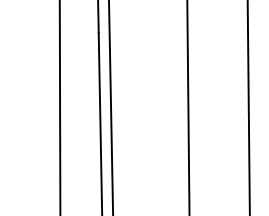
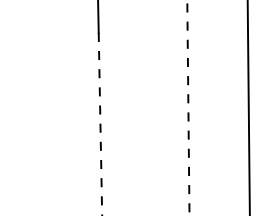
line at (59, 107): present -> none
line at (111, 107): present -> none
line at (188, 107): solid -> dashed
line at (100, 124): solid -> dashed
